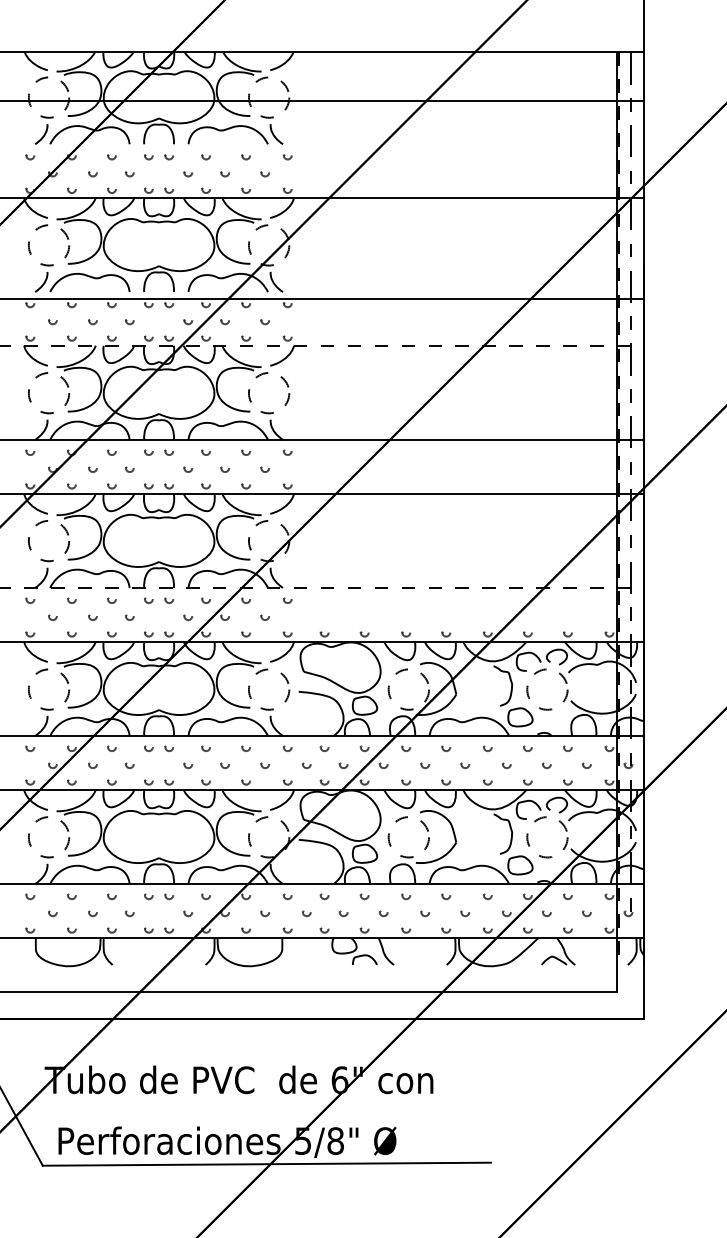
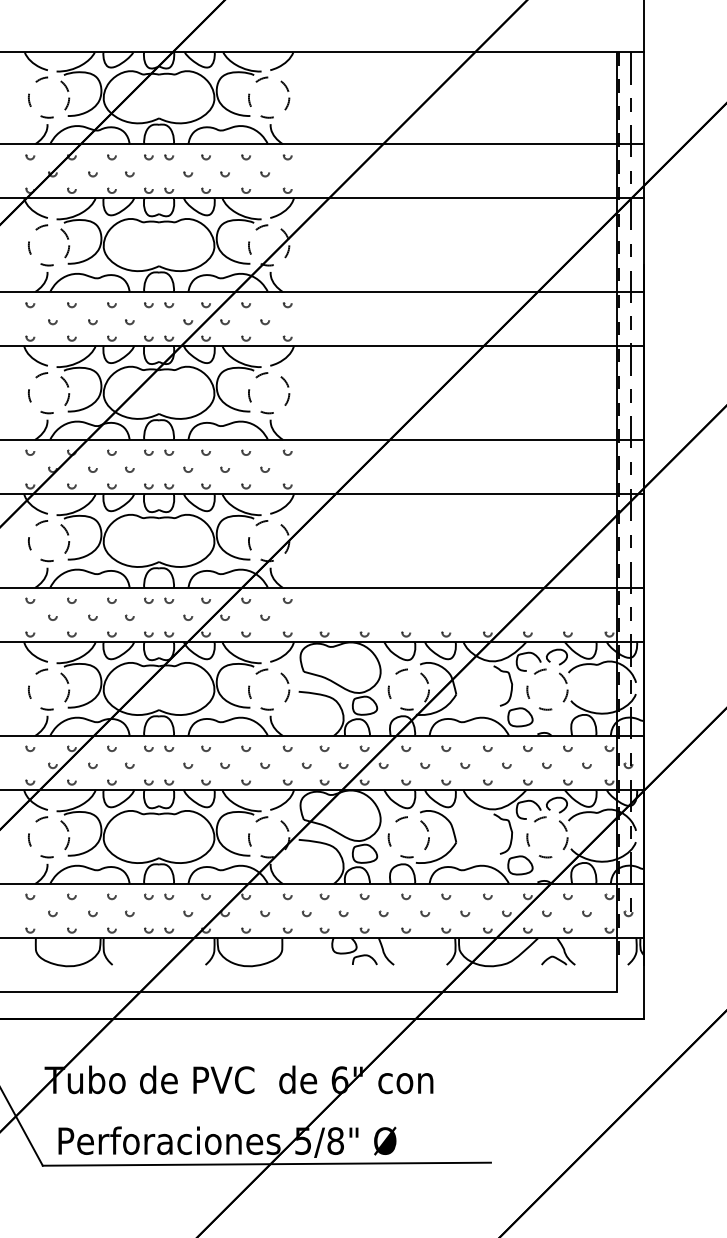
line at (323, 101) position: (323, 101) -> (323, 144)
line at (323, 299) position: (323, 299) -> (323, 292)
line at (322, 345): dashed -> solid
line at (322, 587): dashed -> solid
